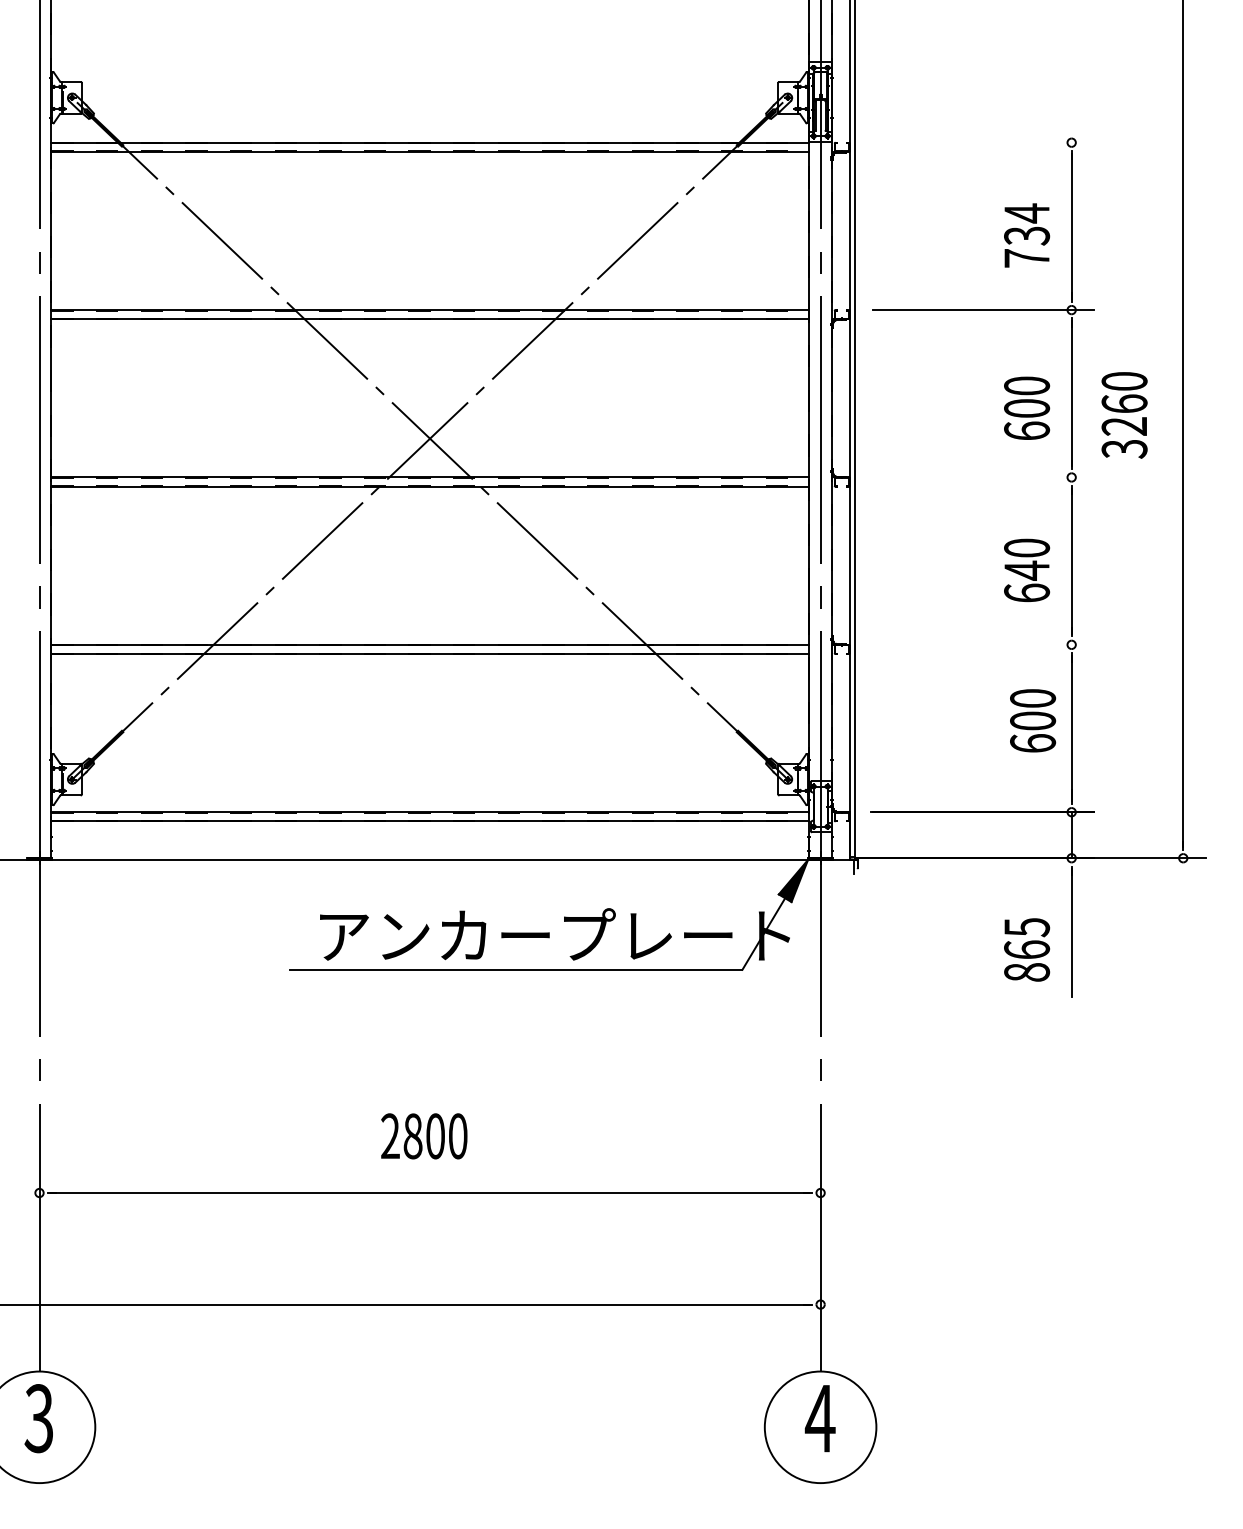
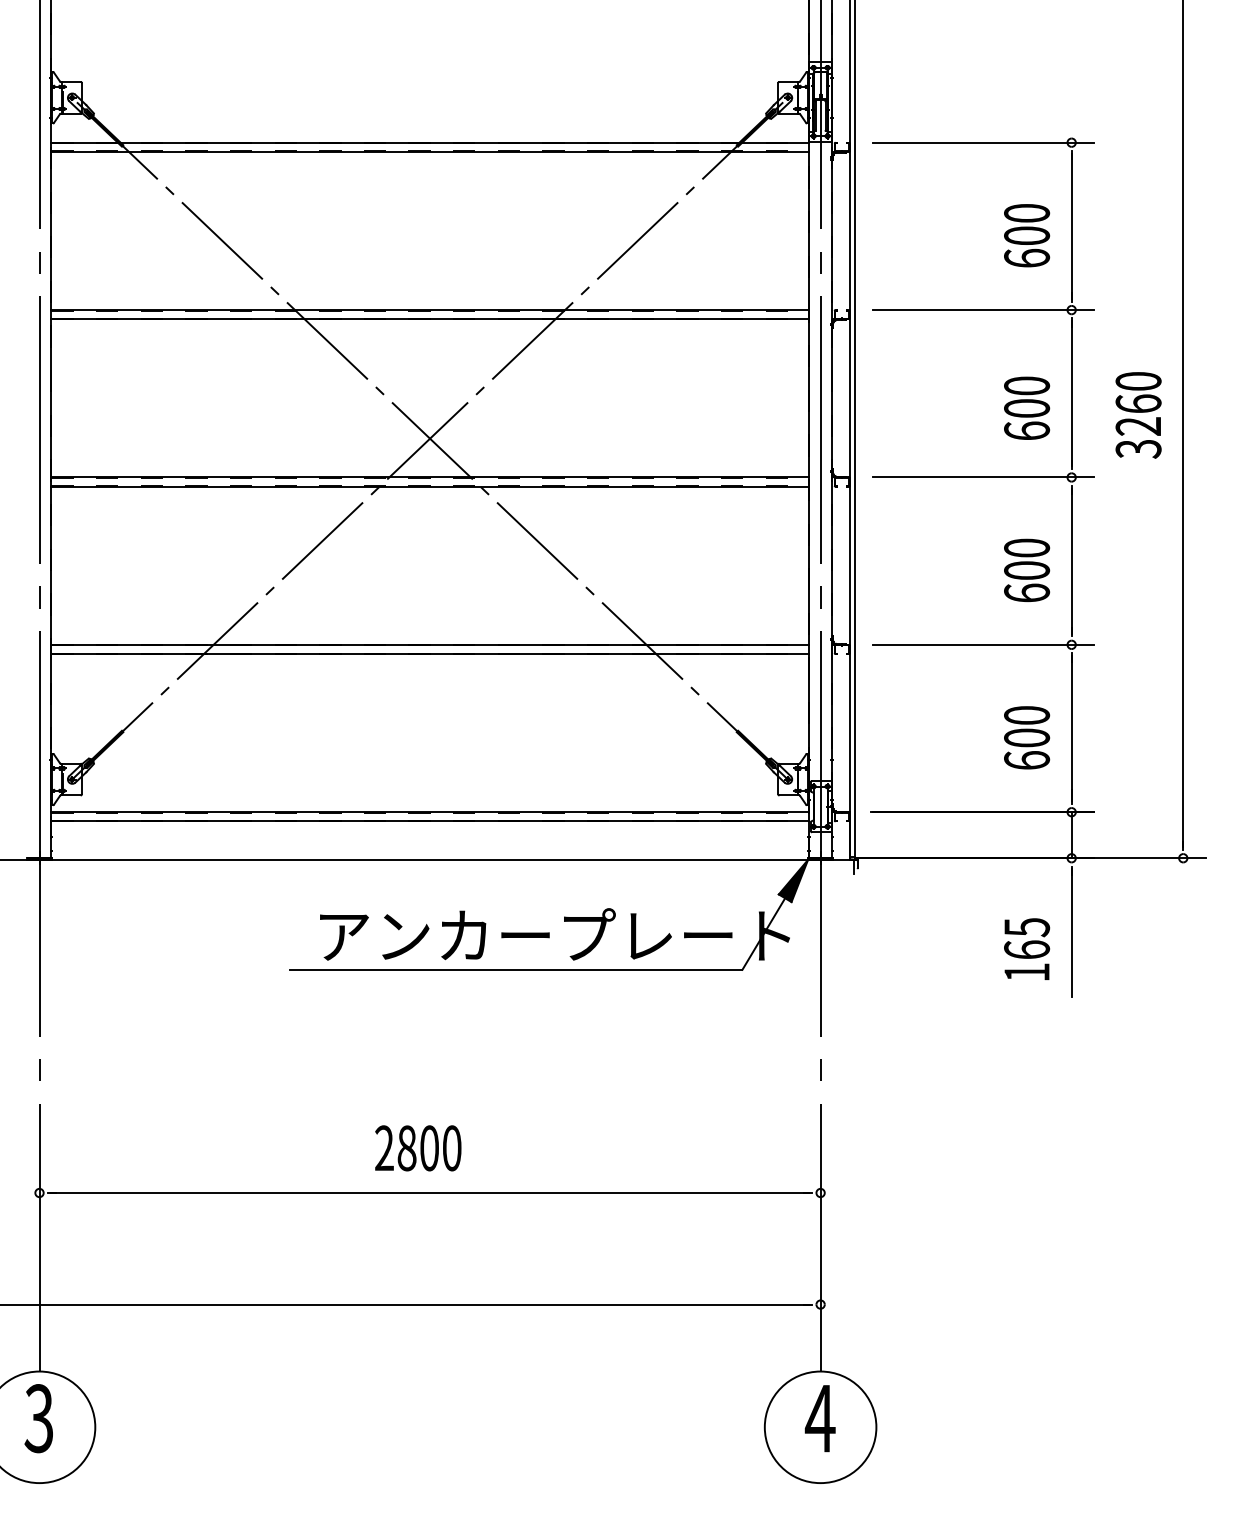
line at (982, 142): none -> present
text at (1027, 235): 734 -> 600
text at (1124, 415) position: (1124, 415) -> (1138, 415)
line at (982, 477): none -> present
text at (1027, 570): 640 -> 600
line at (982, 644): none -> present
text at (1033, 720) position: (1033, 720) -> (1027, 737)
text at (1027, 972): 865 -> 165
text at (424, 1136) position: (424, 1136) -> (418, 1148)
